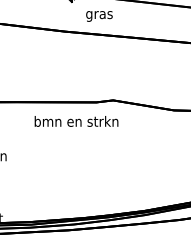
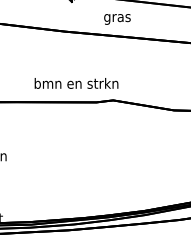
text at (99, 16) position: (99, 16) -> (117, 19)
text at (76, 121) position: (76, 121) -> (76, 83)
